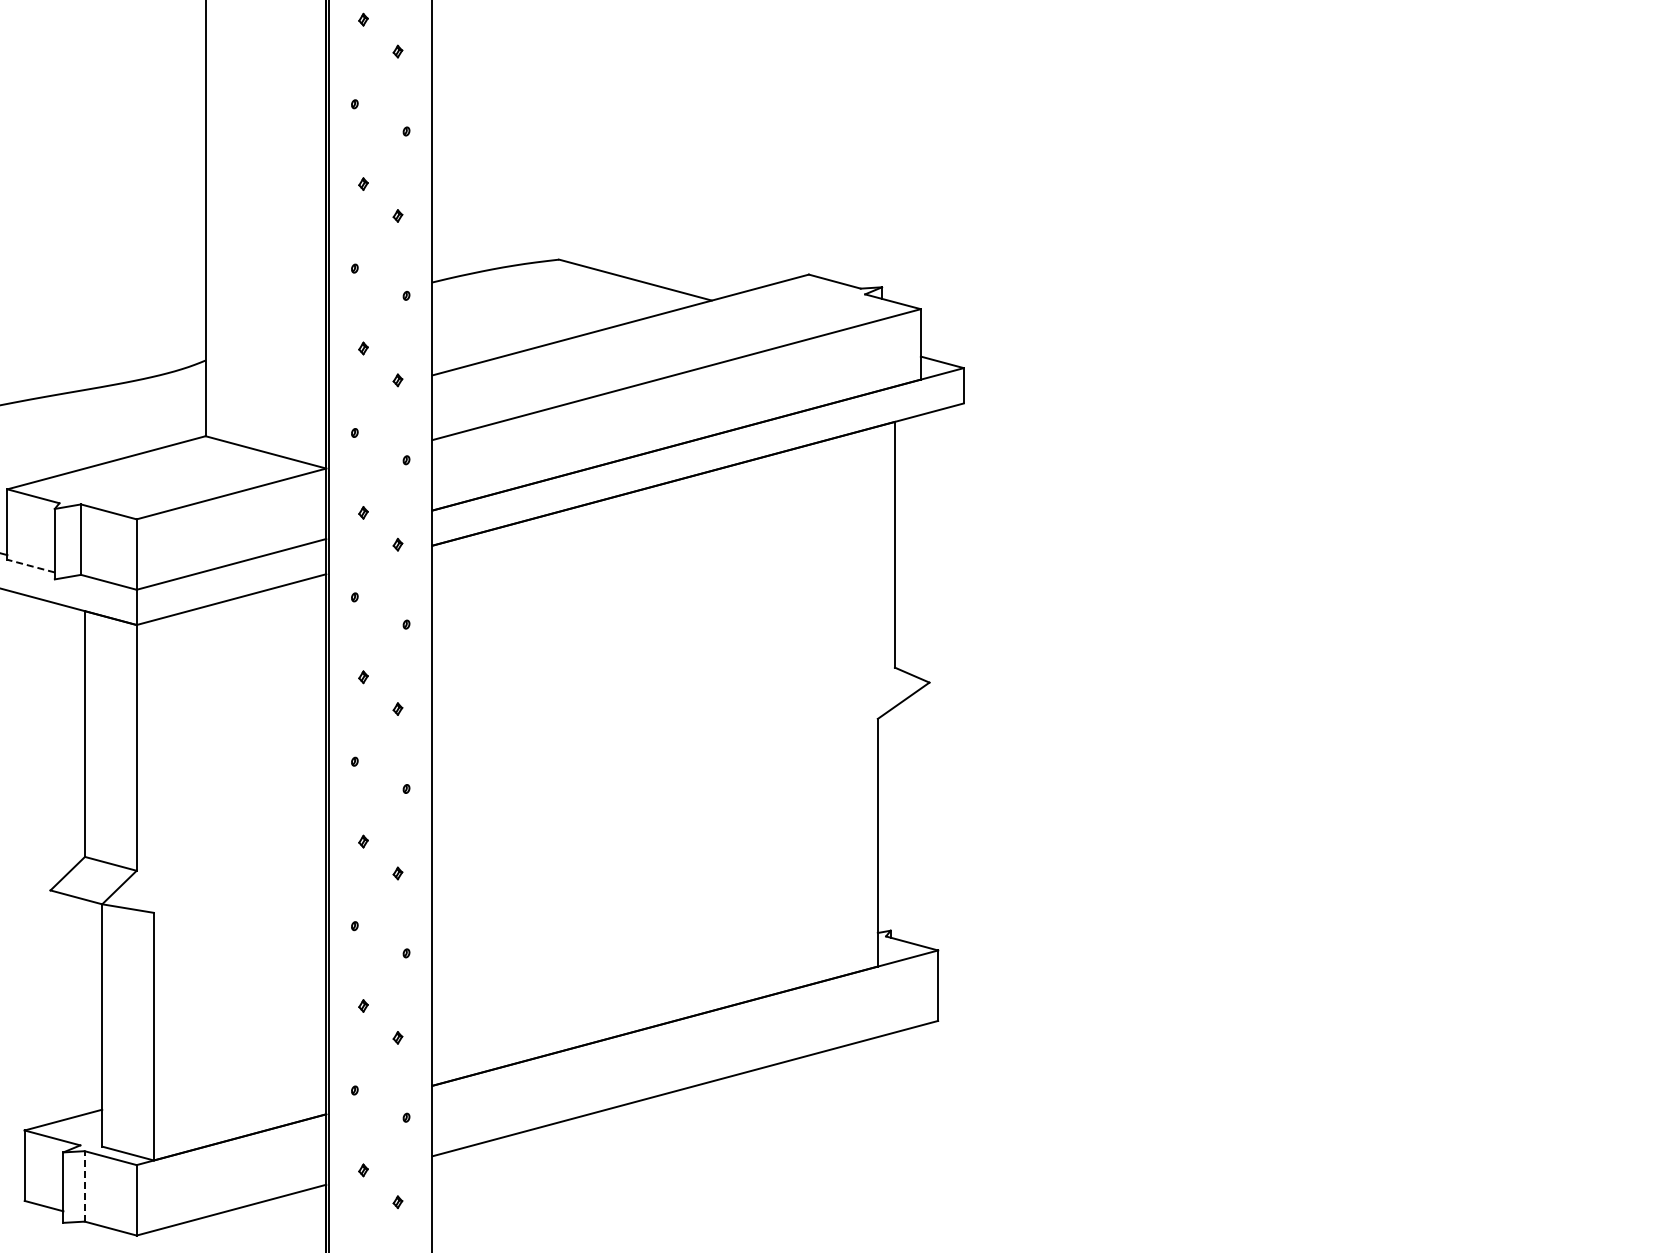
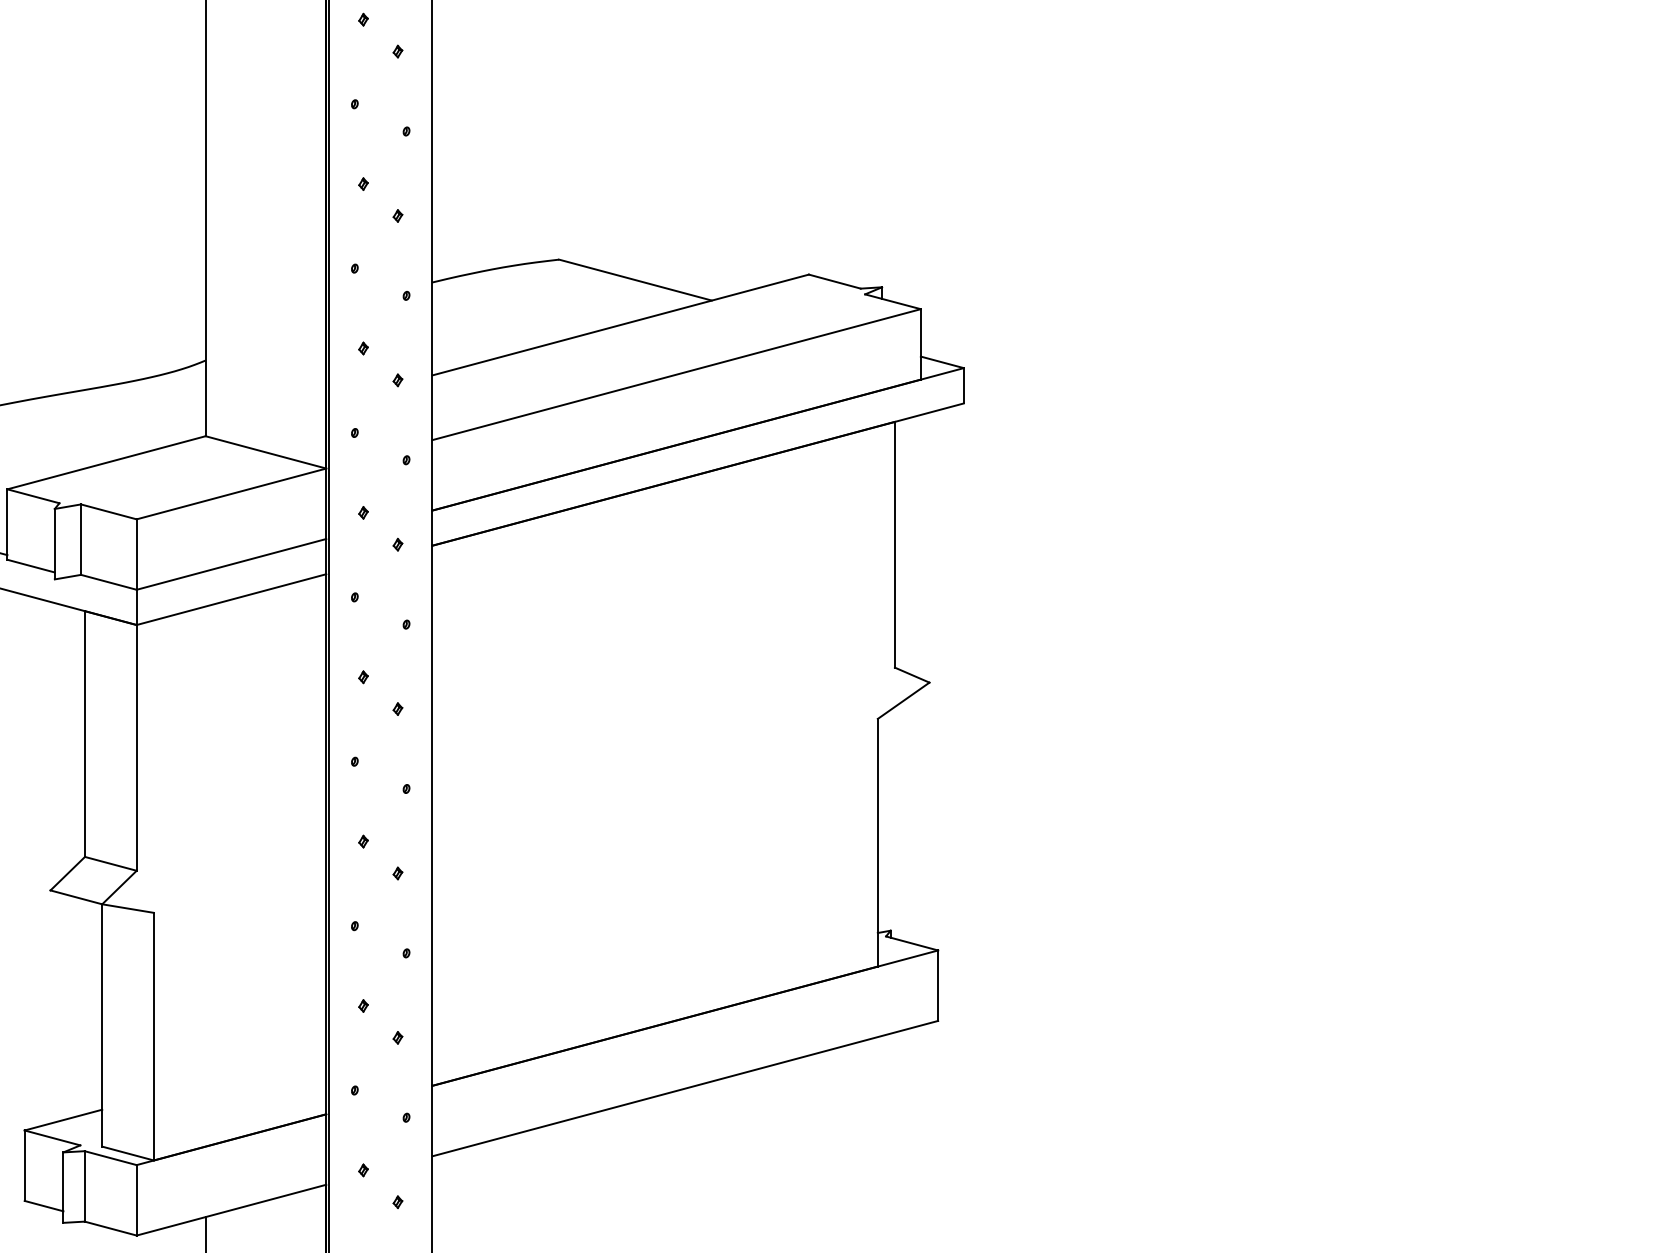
line at (31, 566): dashed -> solid
line at (84, 1185): dashed -> solid
line at (205, 1233): none -> present
